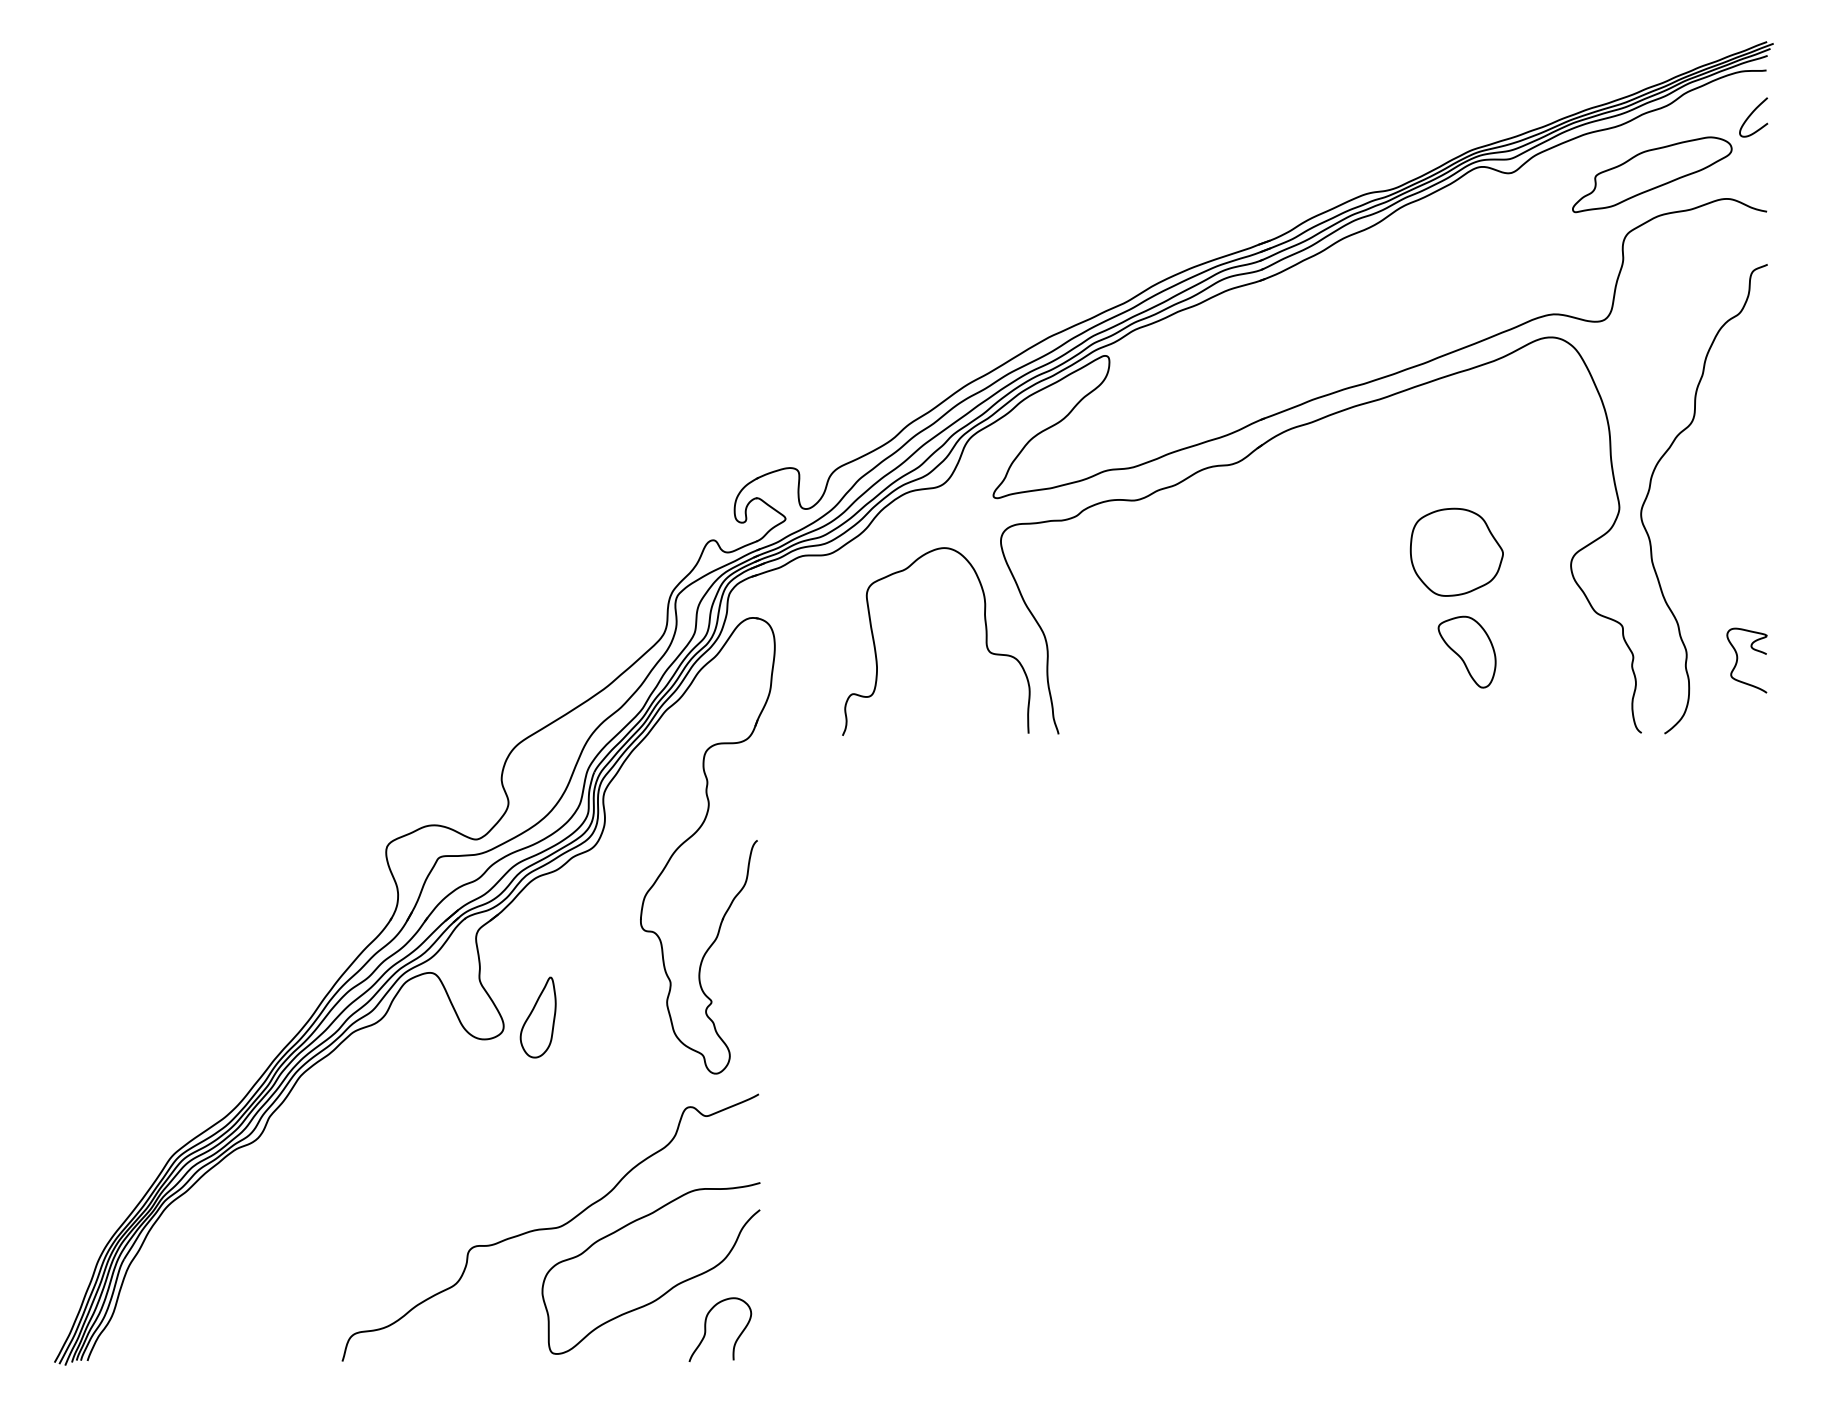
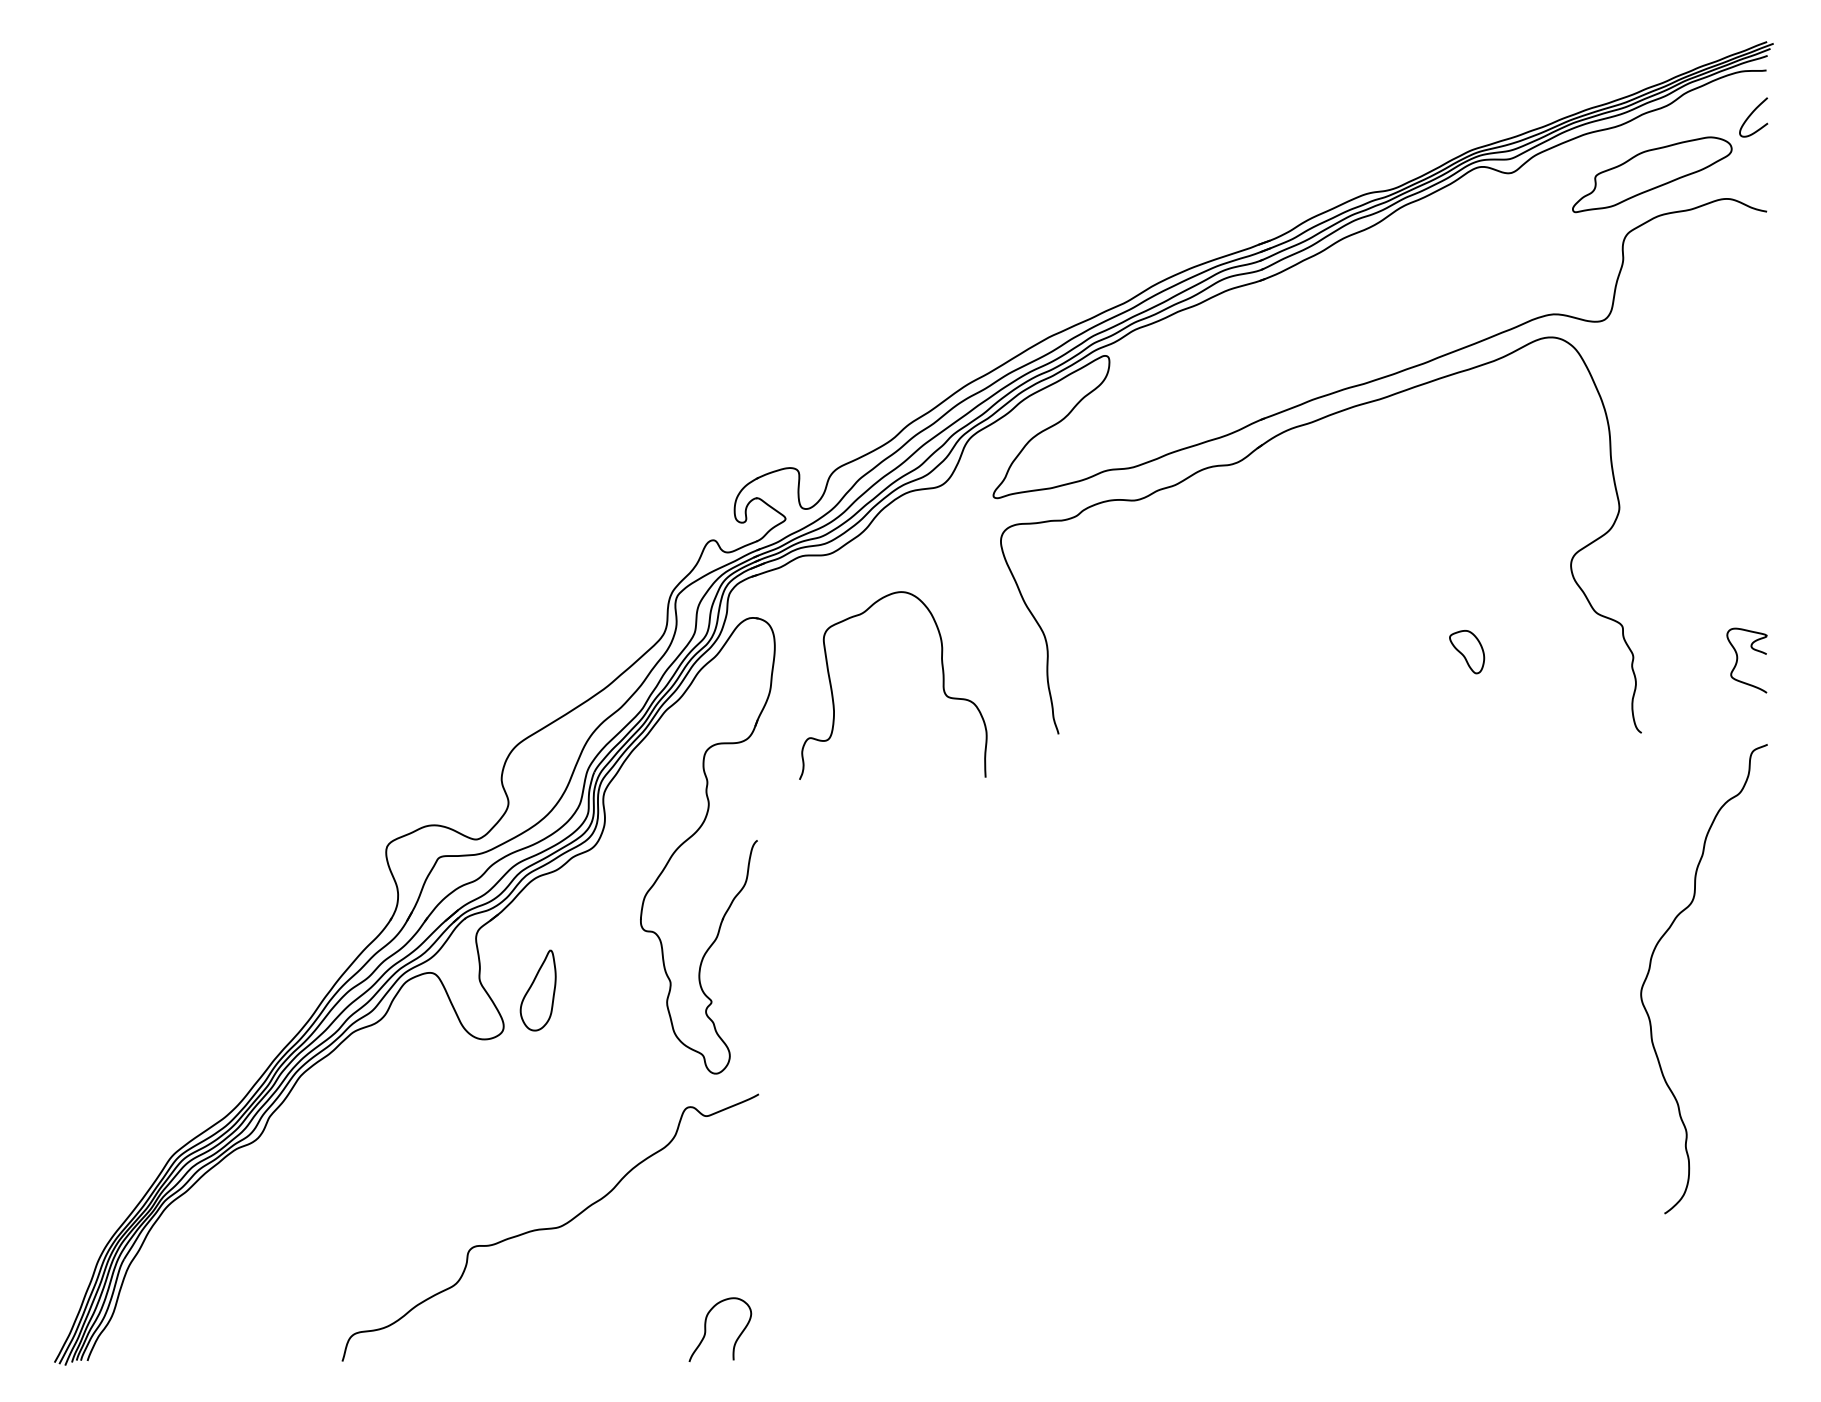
curve at (1650, 489) position: (1650, 489) -> (1650, 969)
part at (1456, 551): present -> none
curve at (985, 641) position: (985, 641) -> (942, 685)
part at (1466, 651) size: 60x74 px -> 37x45 px
part at (537, 1017) position: (537, 1017) -> (537, 990)
curve at (668, 1289): present -> none
